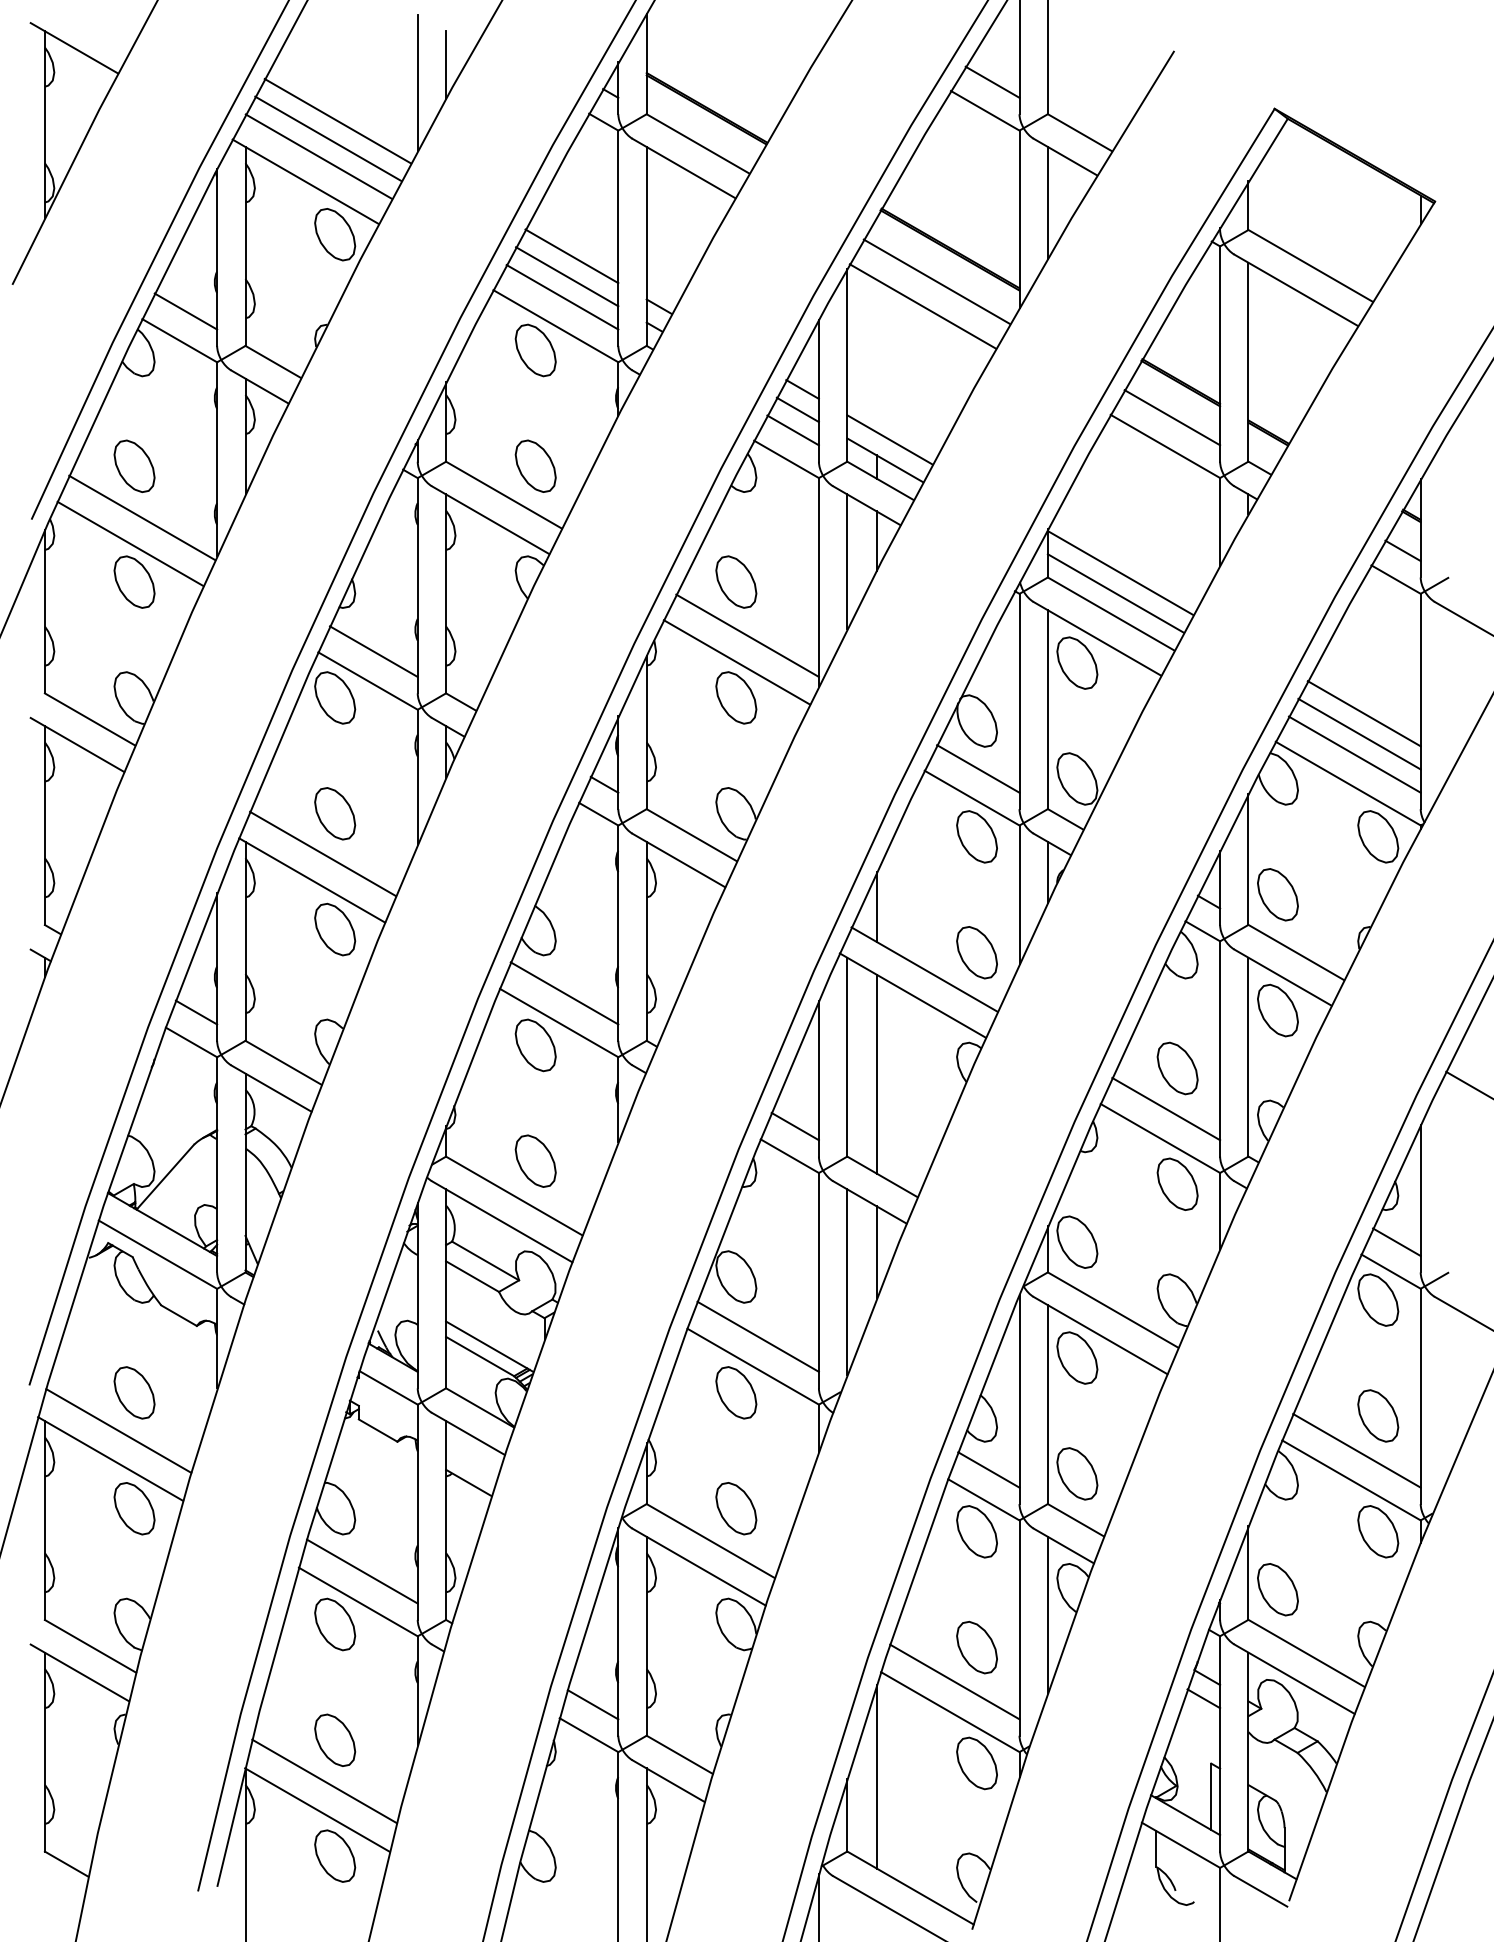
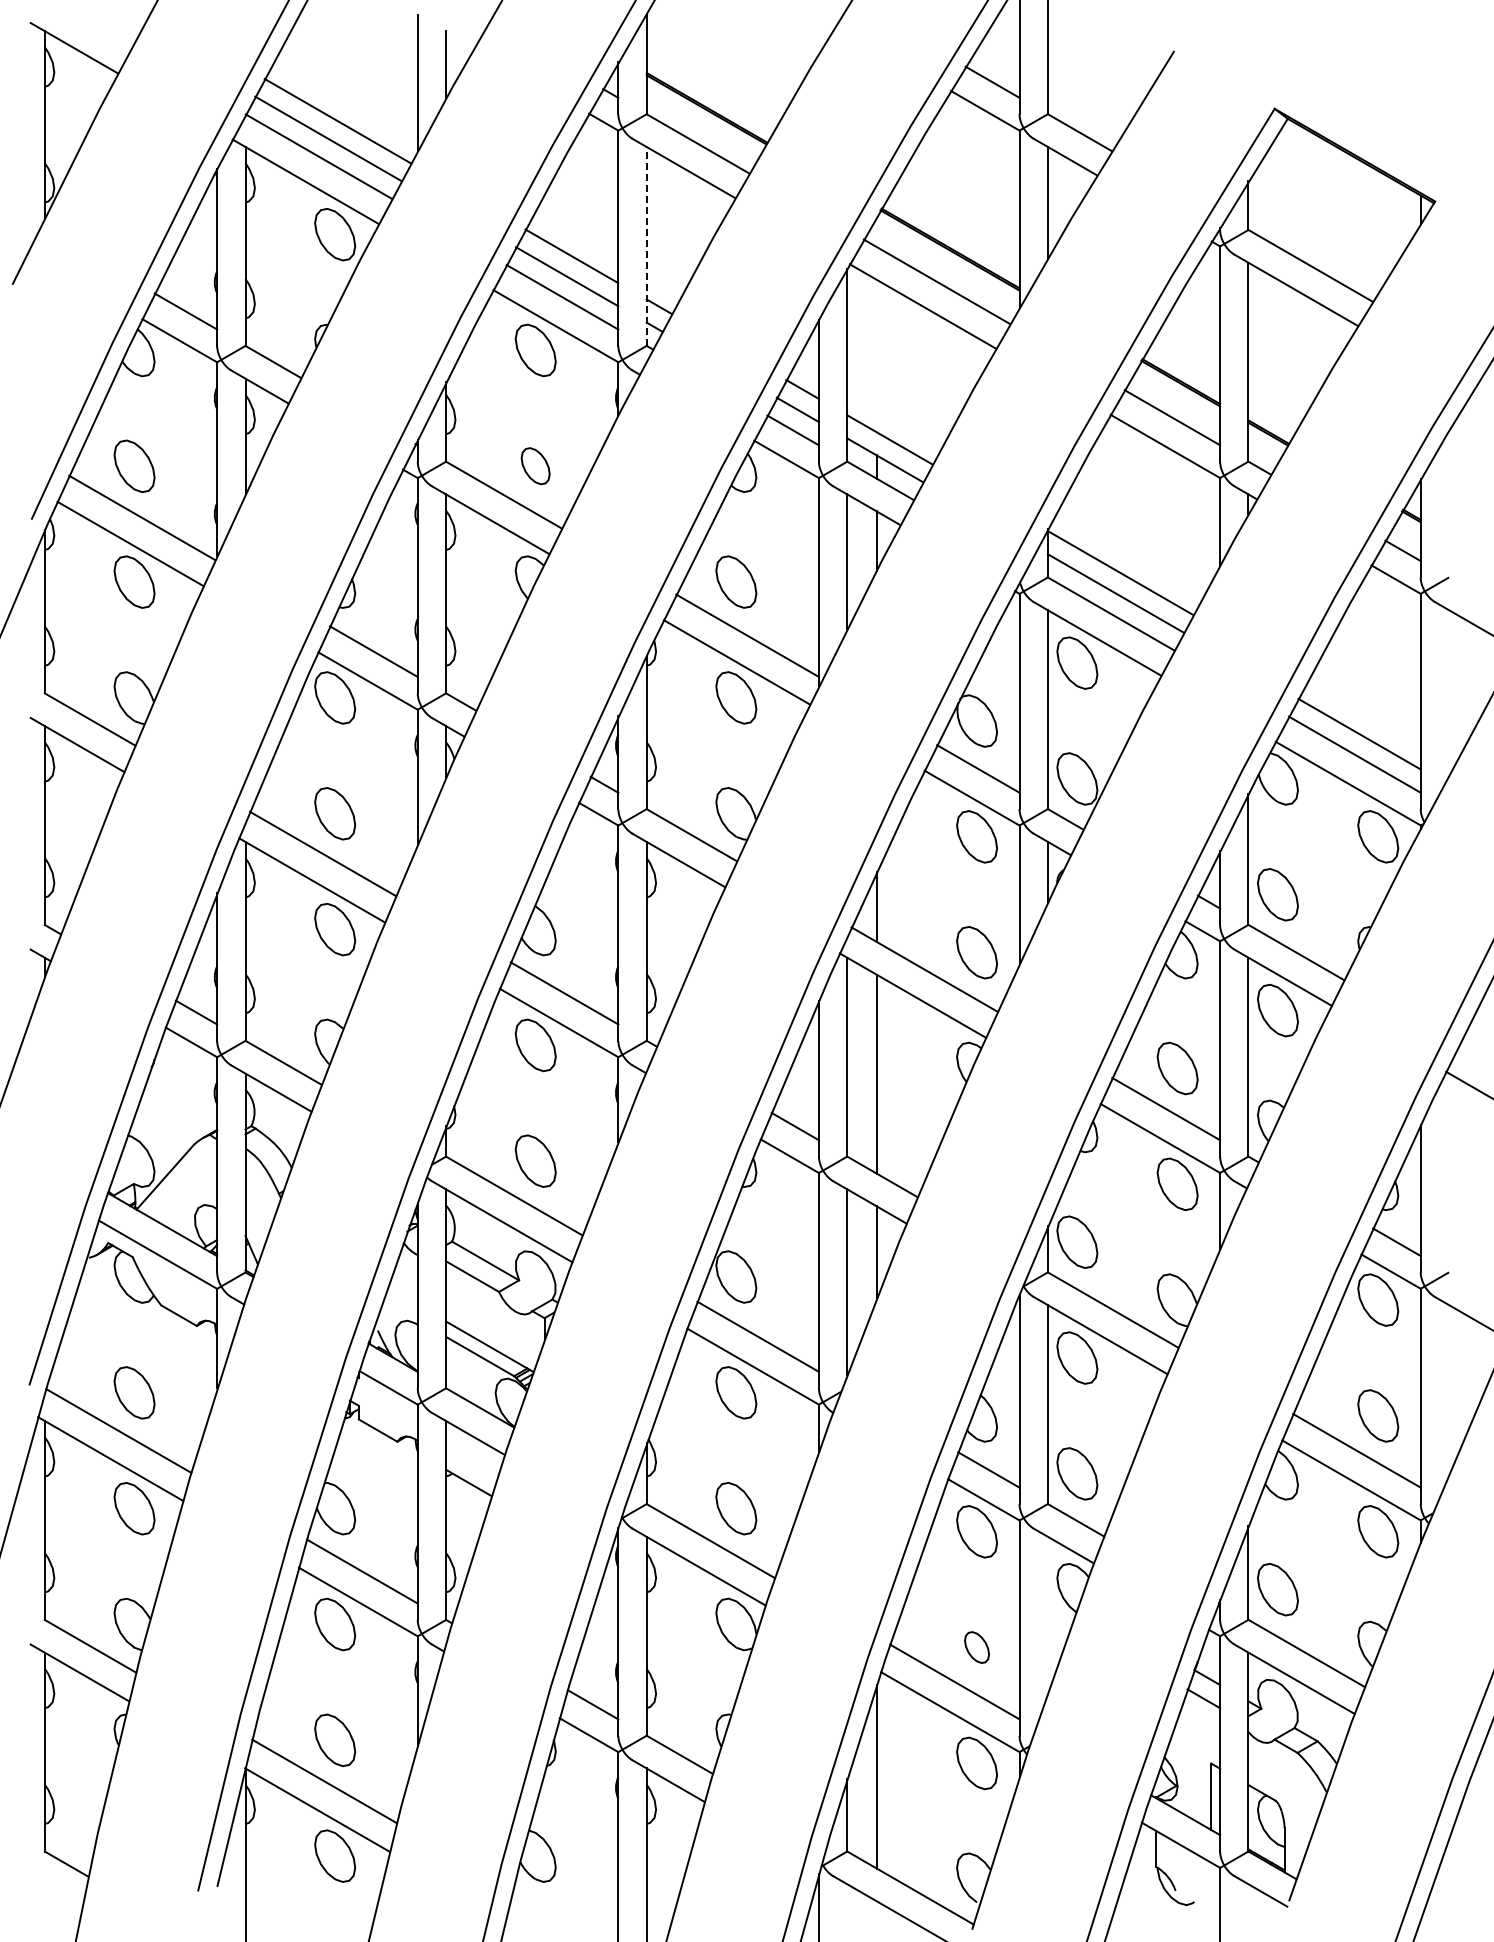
line at (646, 245): solid -> dashed
part at (535, 465) size: 43x54 px -> 31x39 px
line at (1363, 713): present -> none
line at (1047, 1614): present -> none
part at (976, 1647) size: 42x55 px -> 26x33 px
